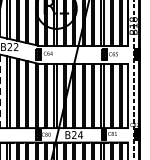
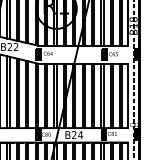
line at (0, 91): dashed -> solid
